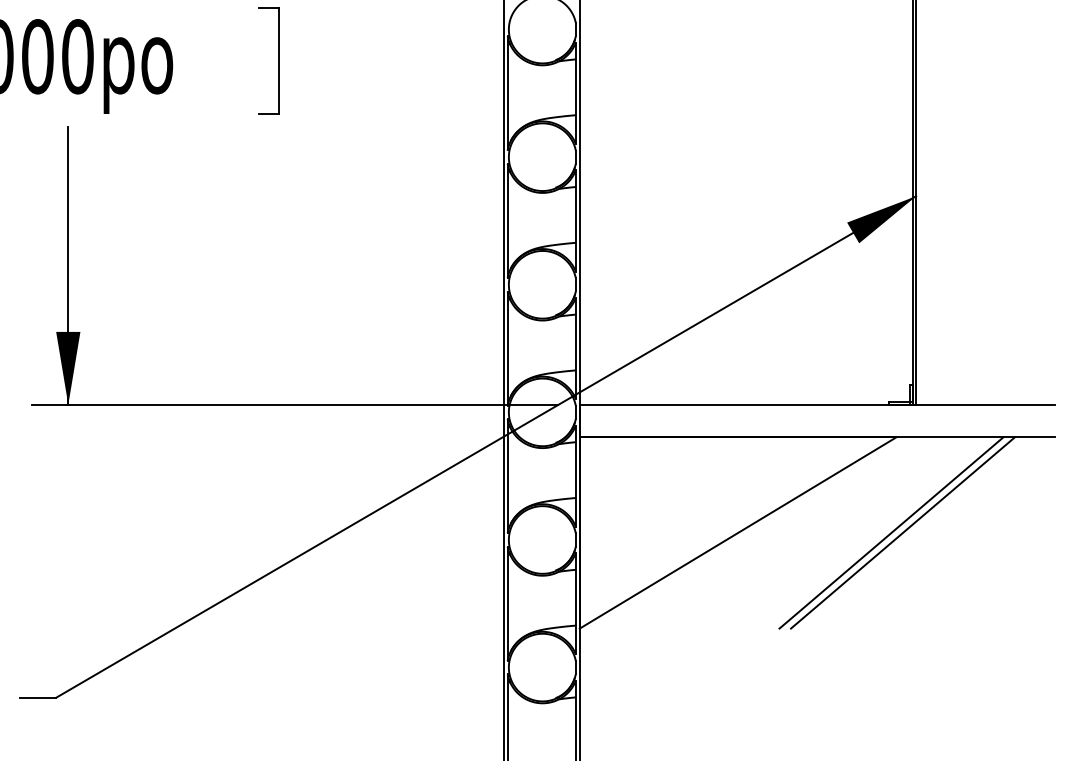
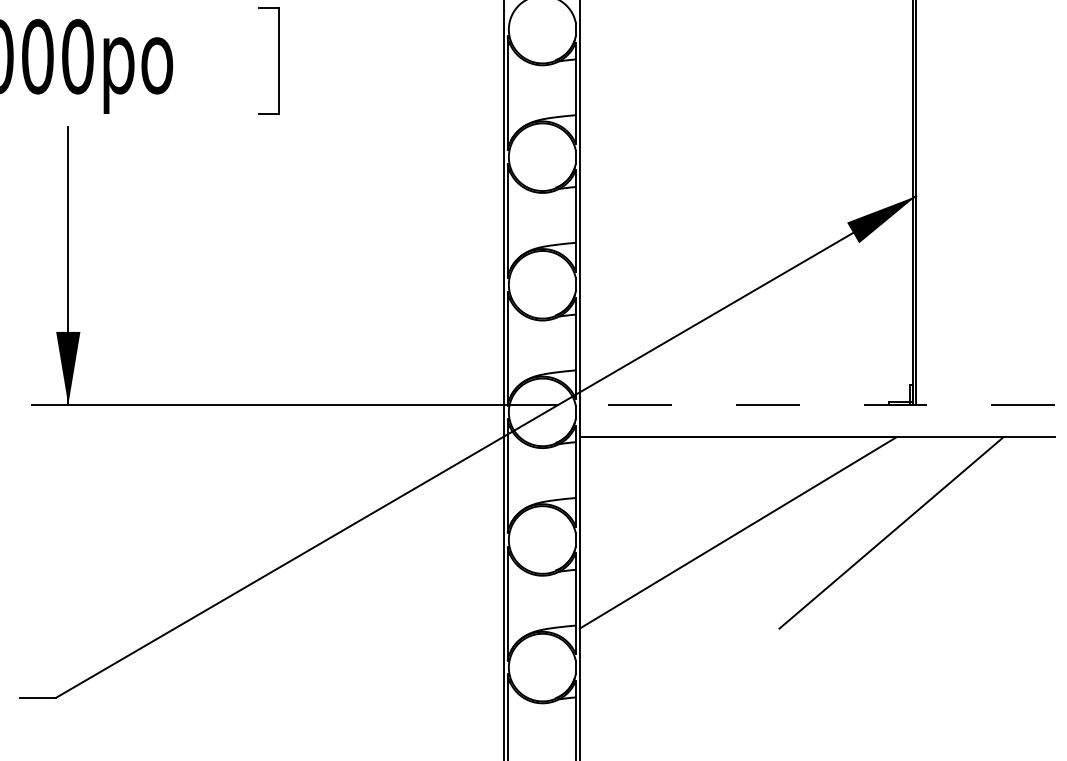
line at (817, 404): solid -> dashed
line at (903, 532): present -> none
